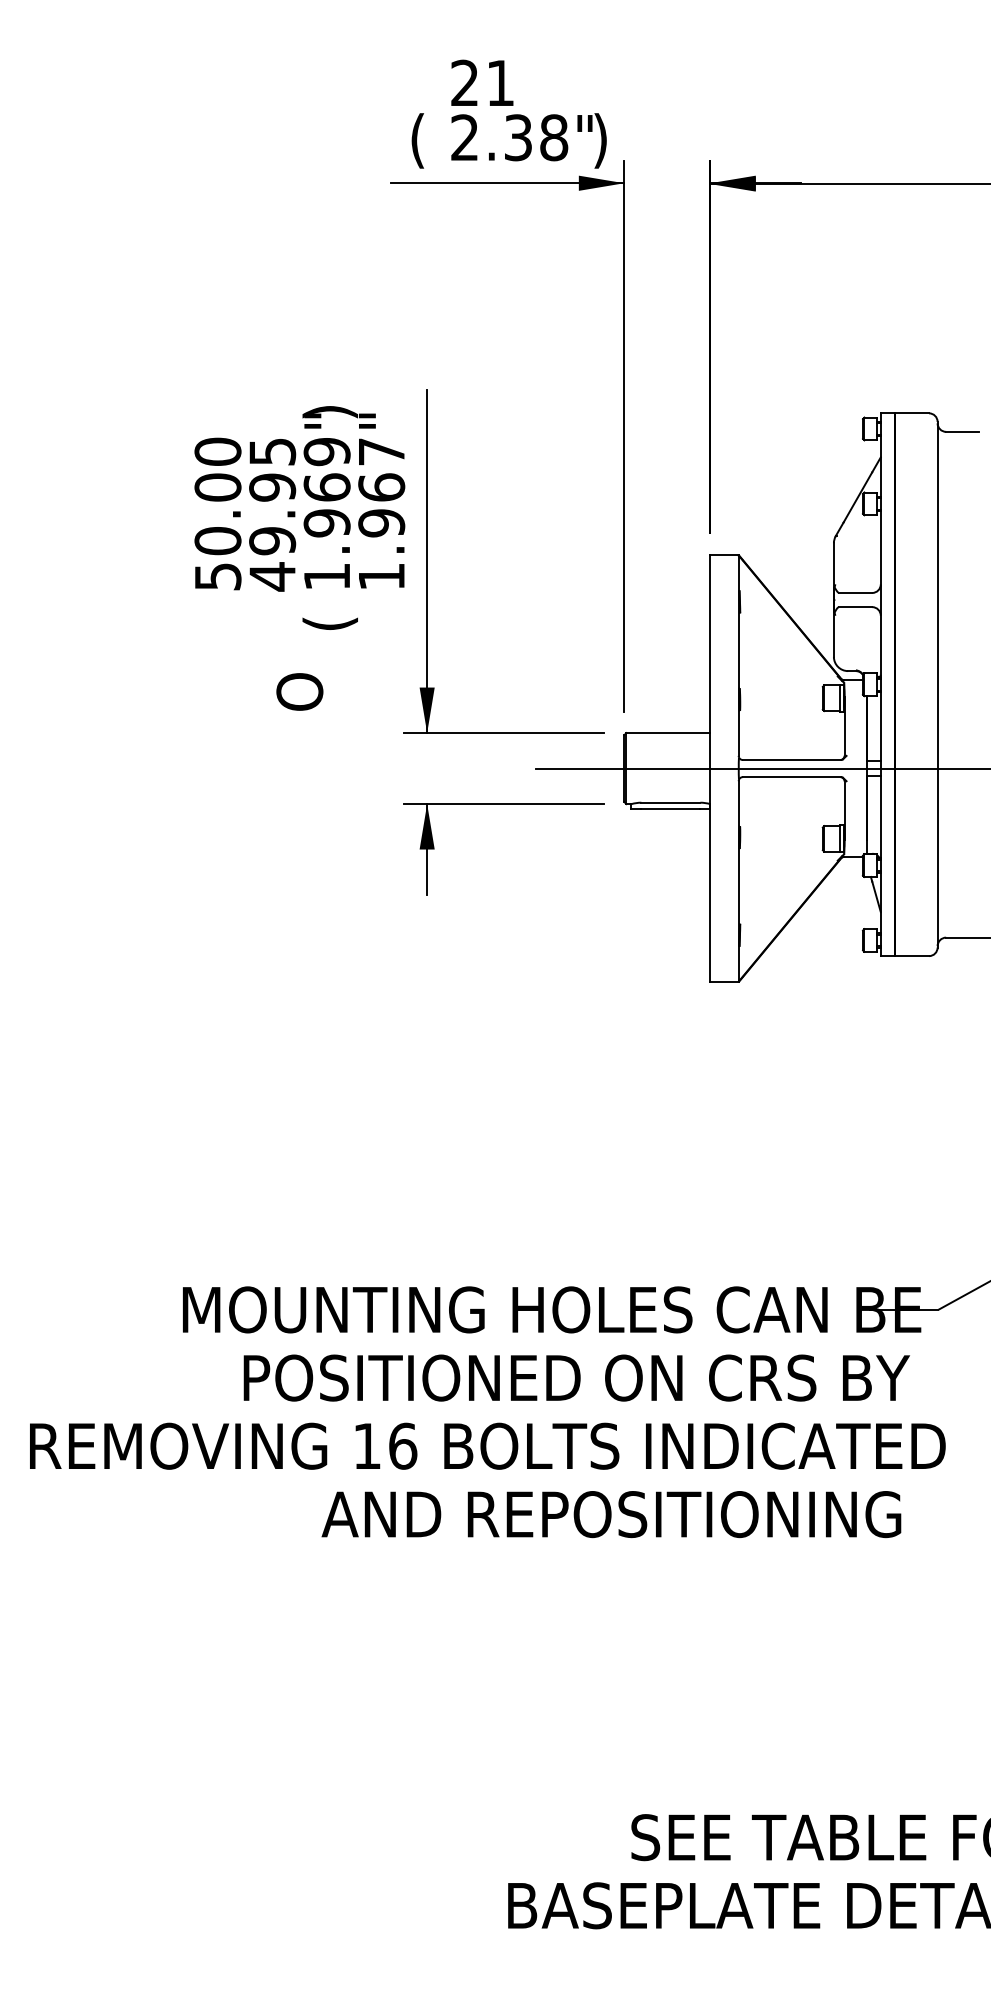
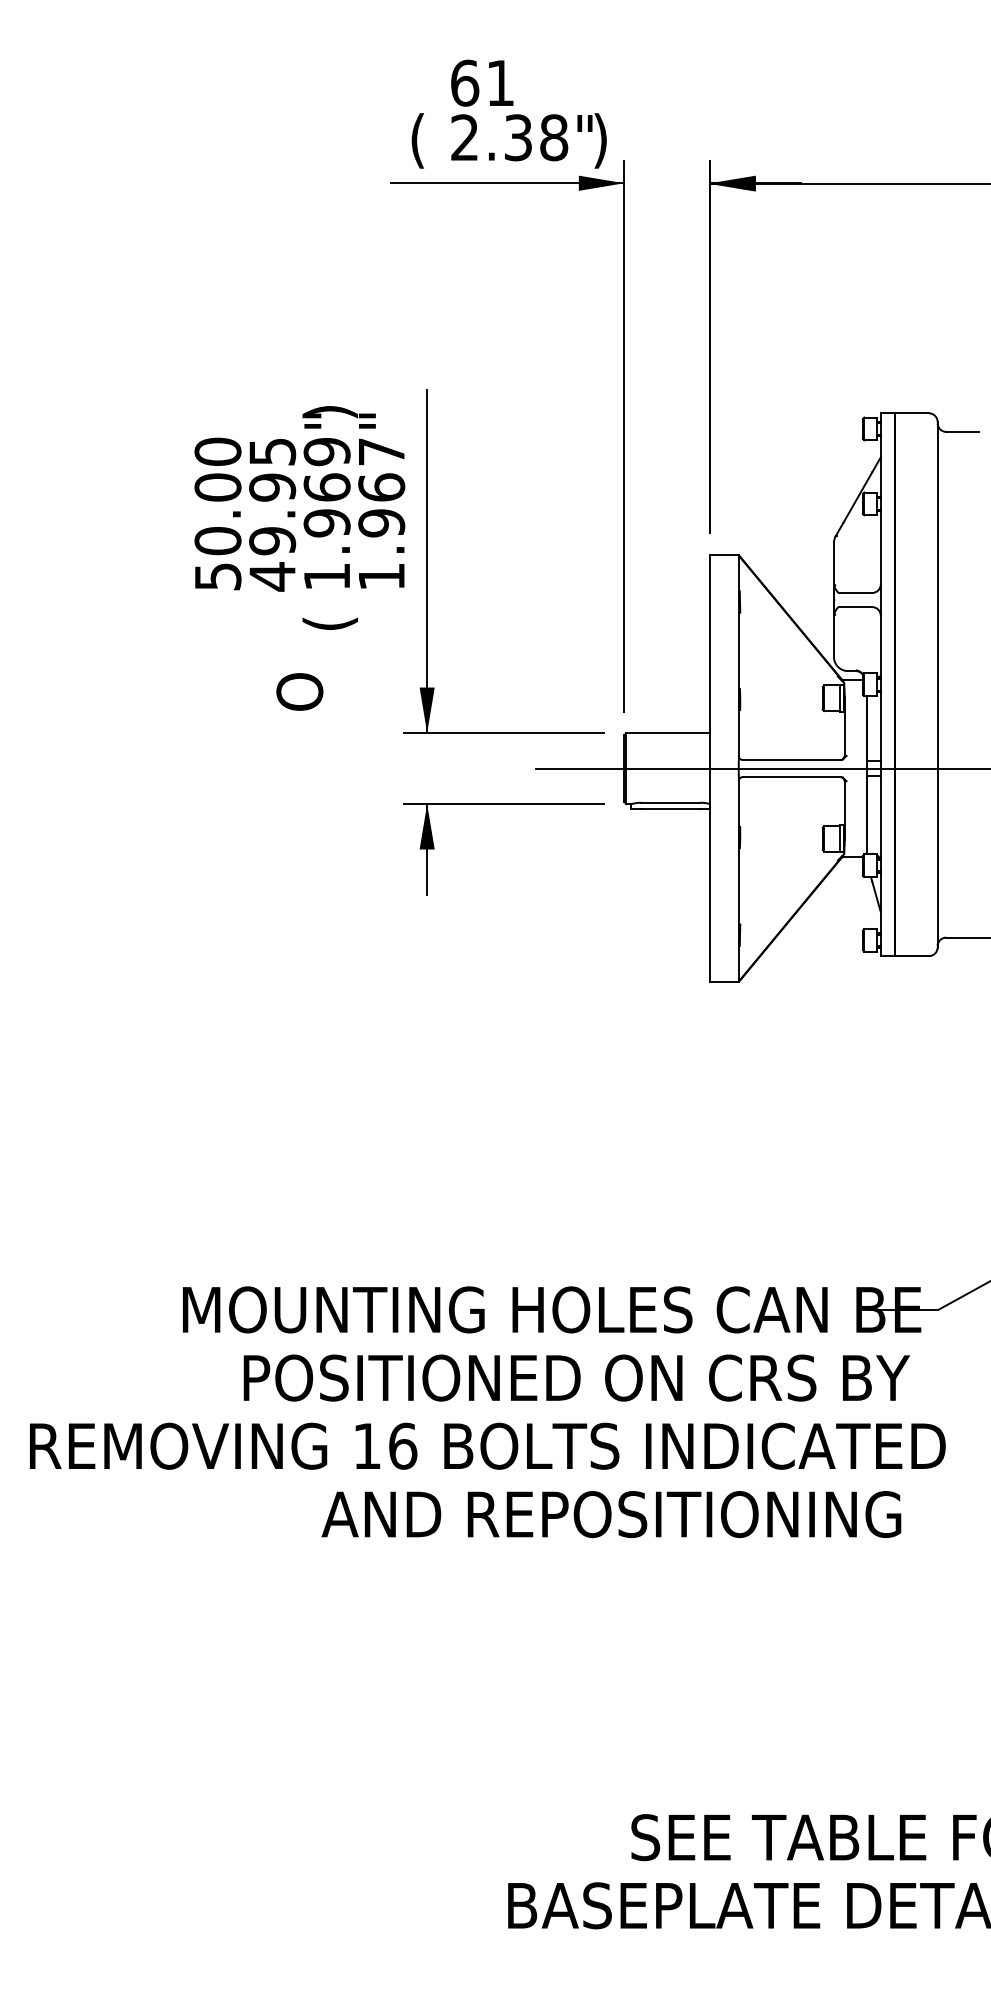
text at (465, 82): 21 -> 61
